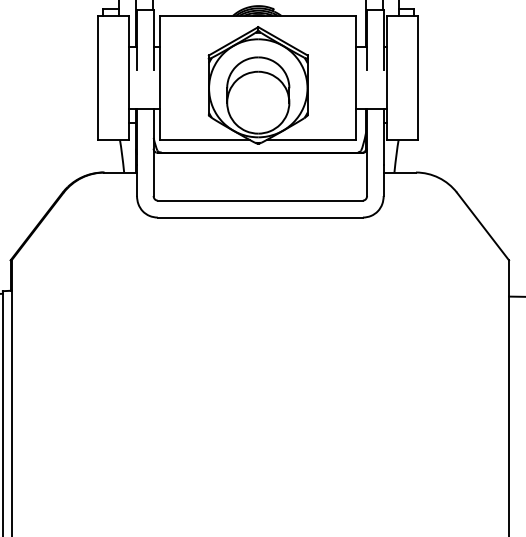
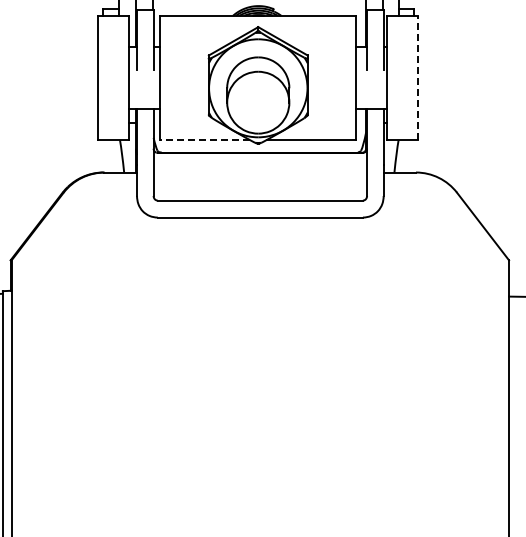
line at (418, 77): solid -> dashed
line at (205, 140): solid -> dashed
